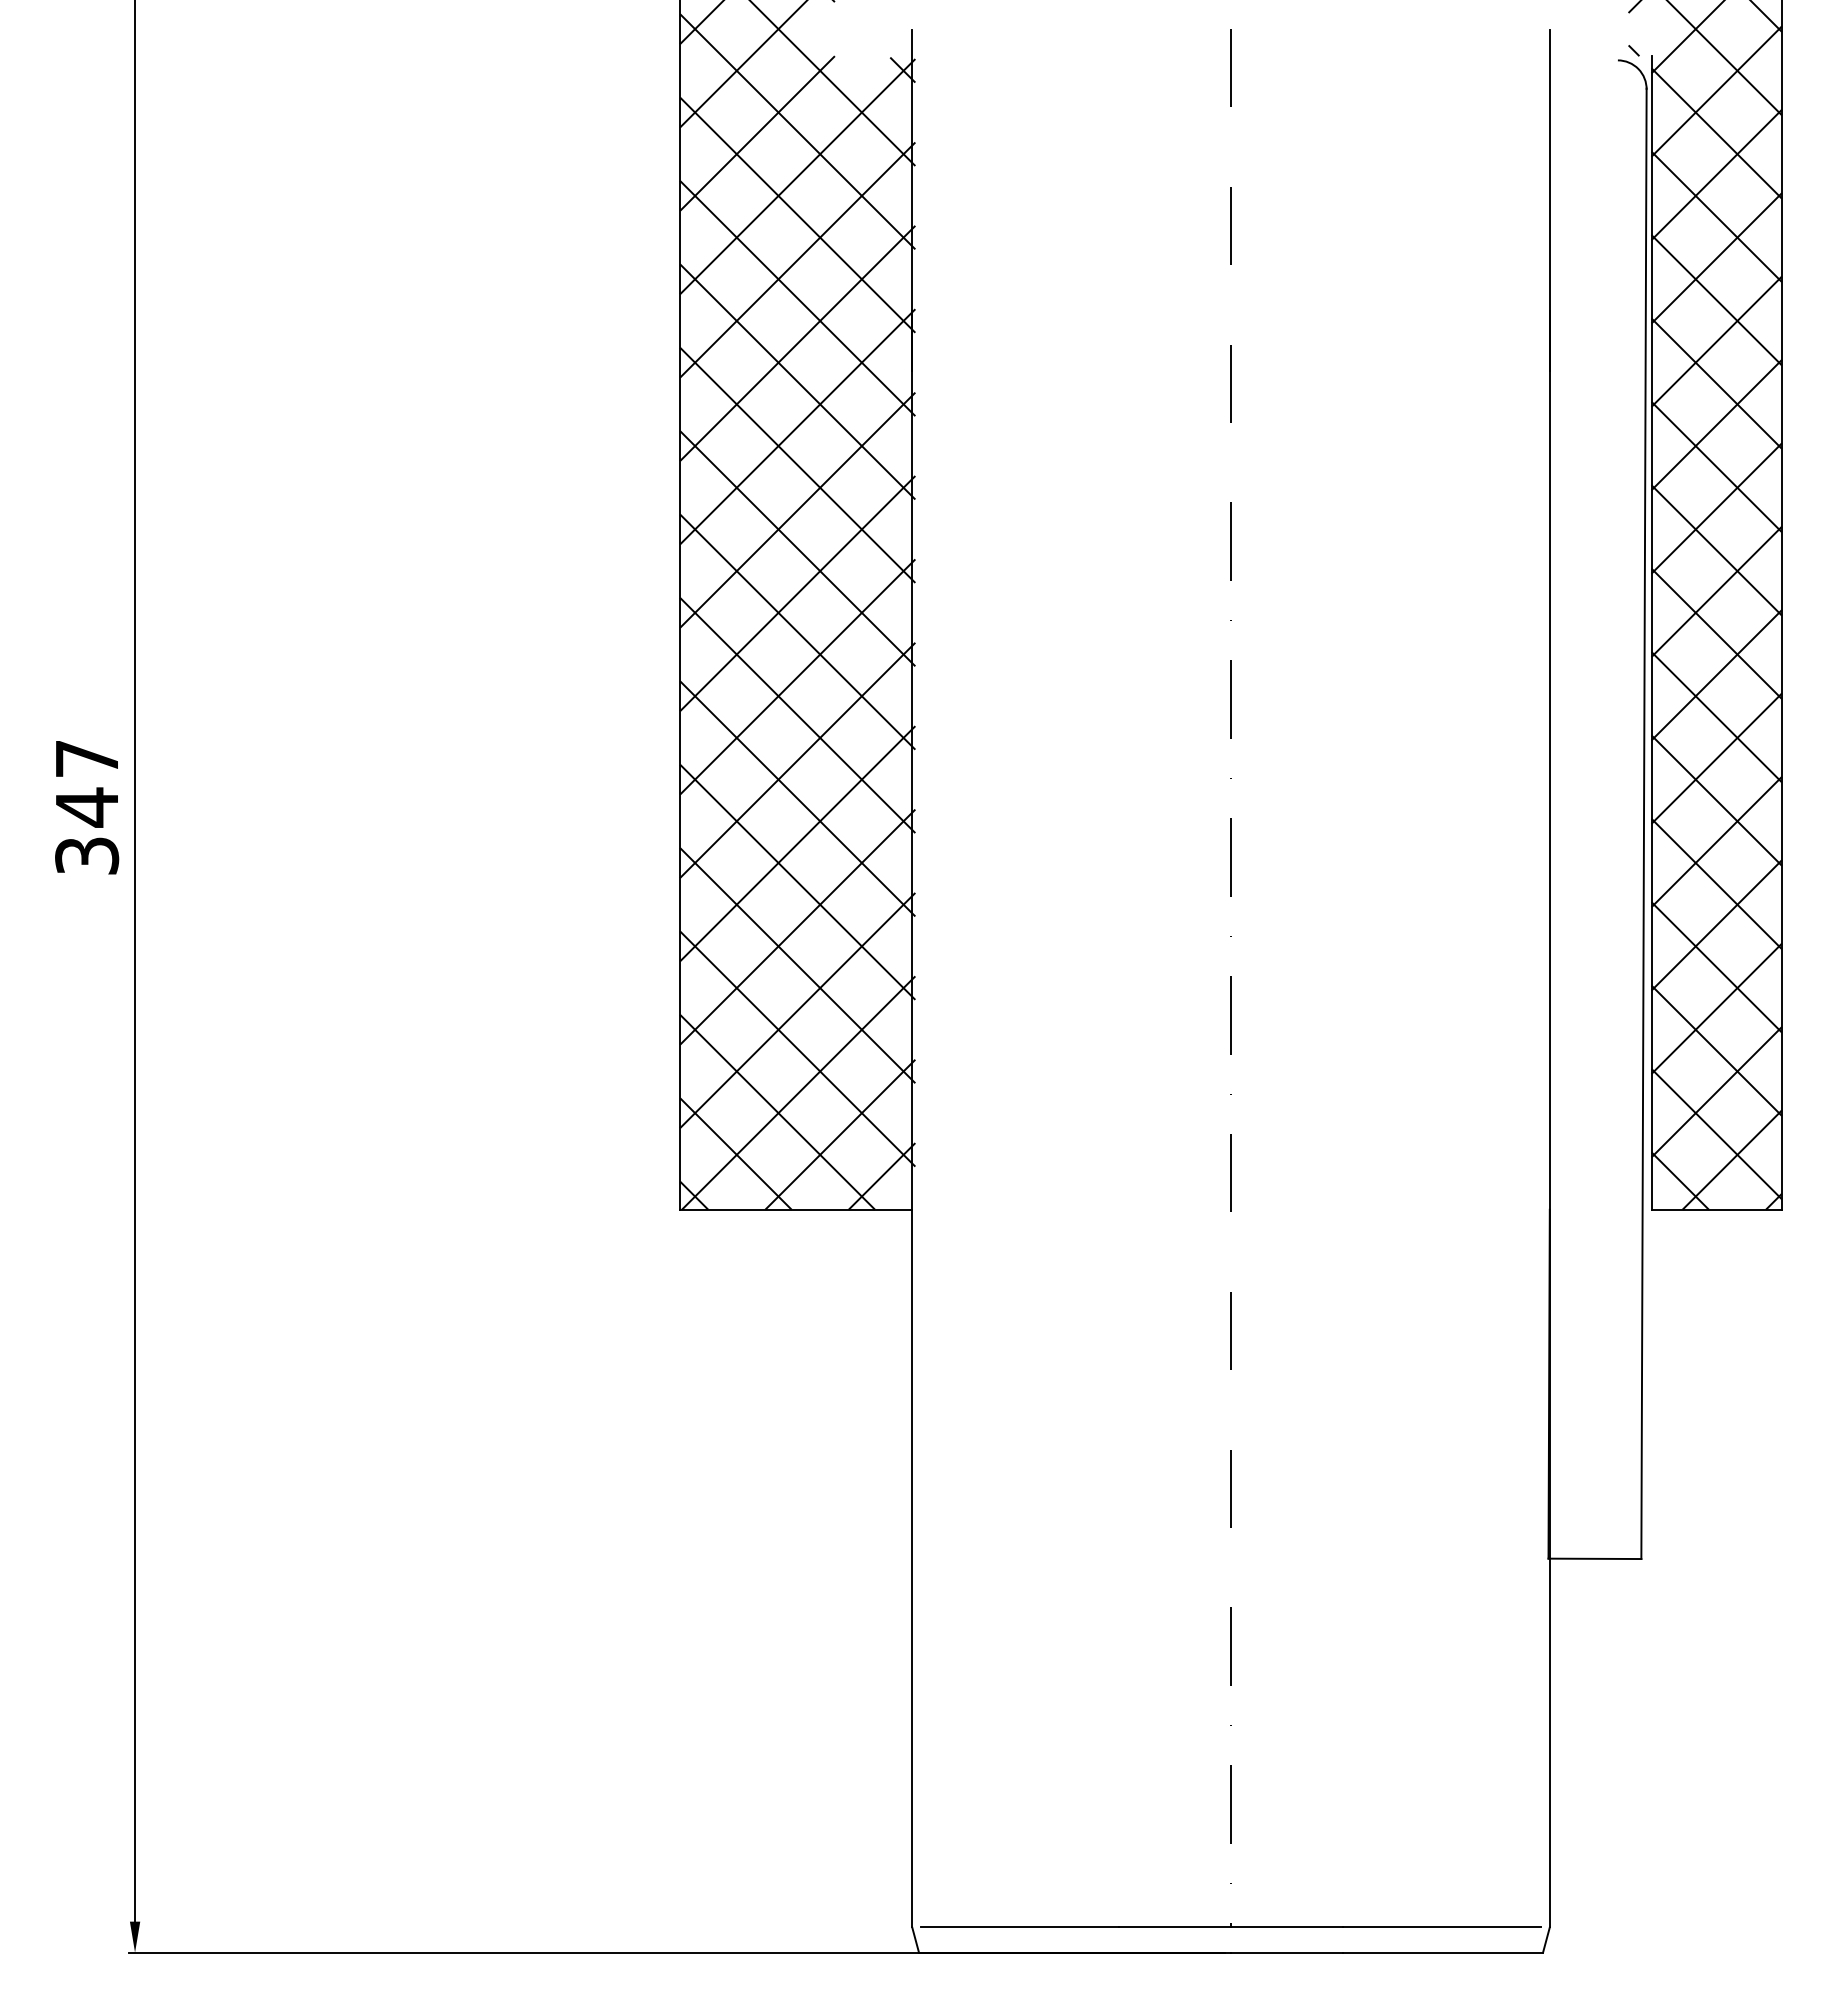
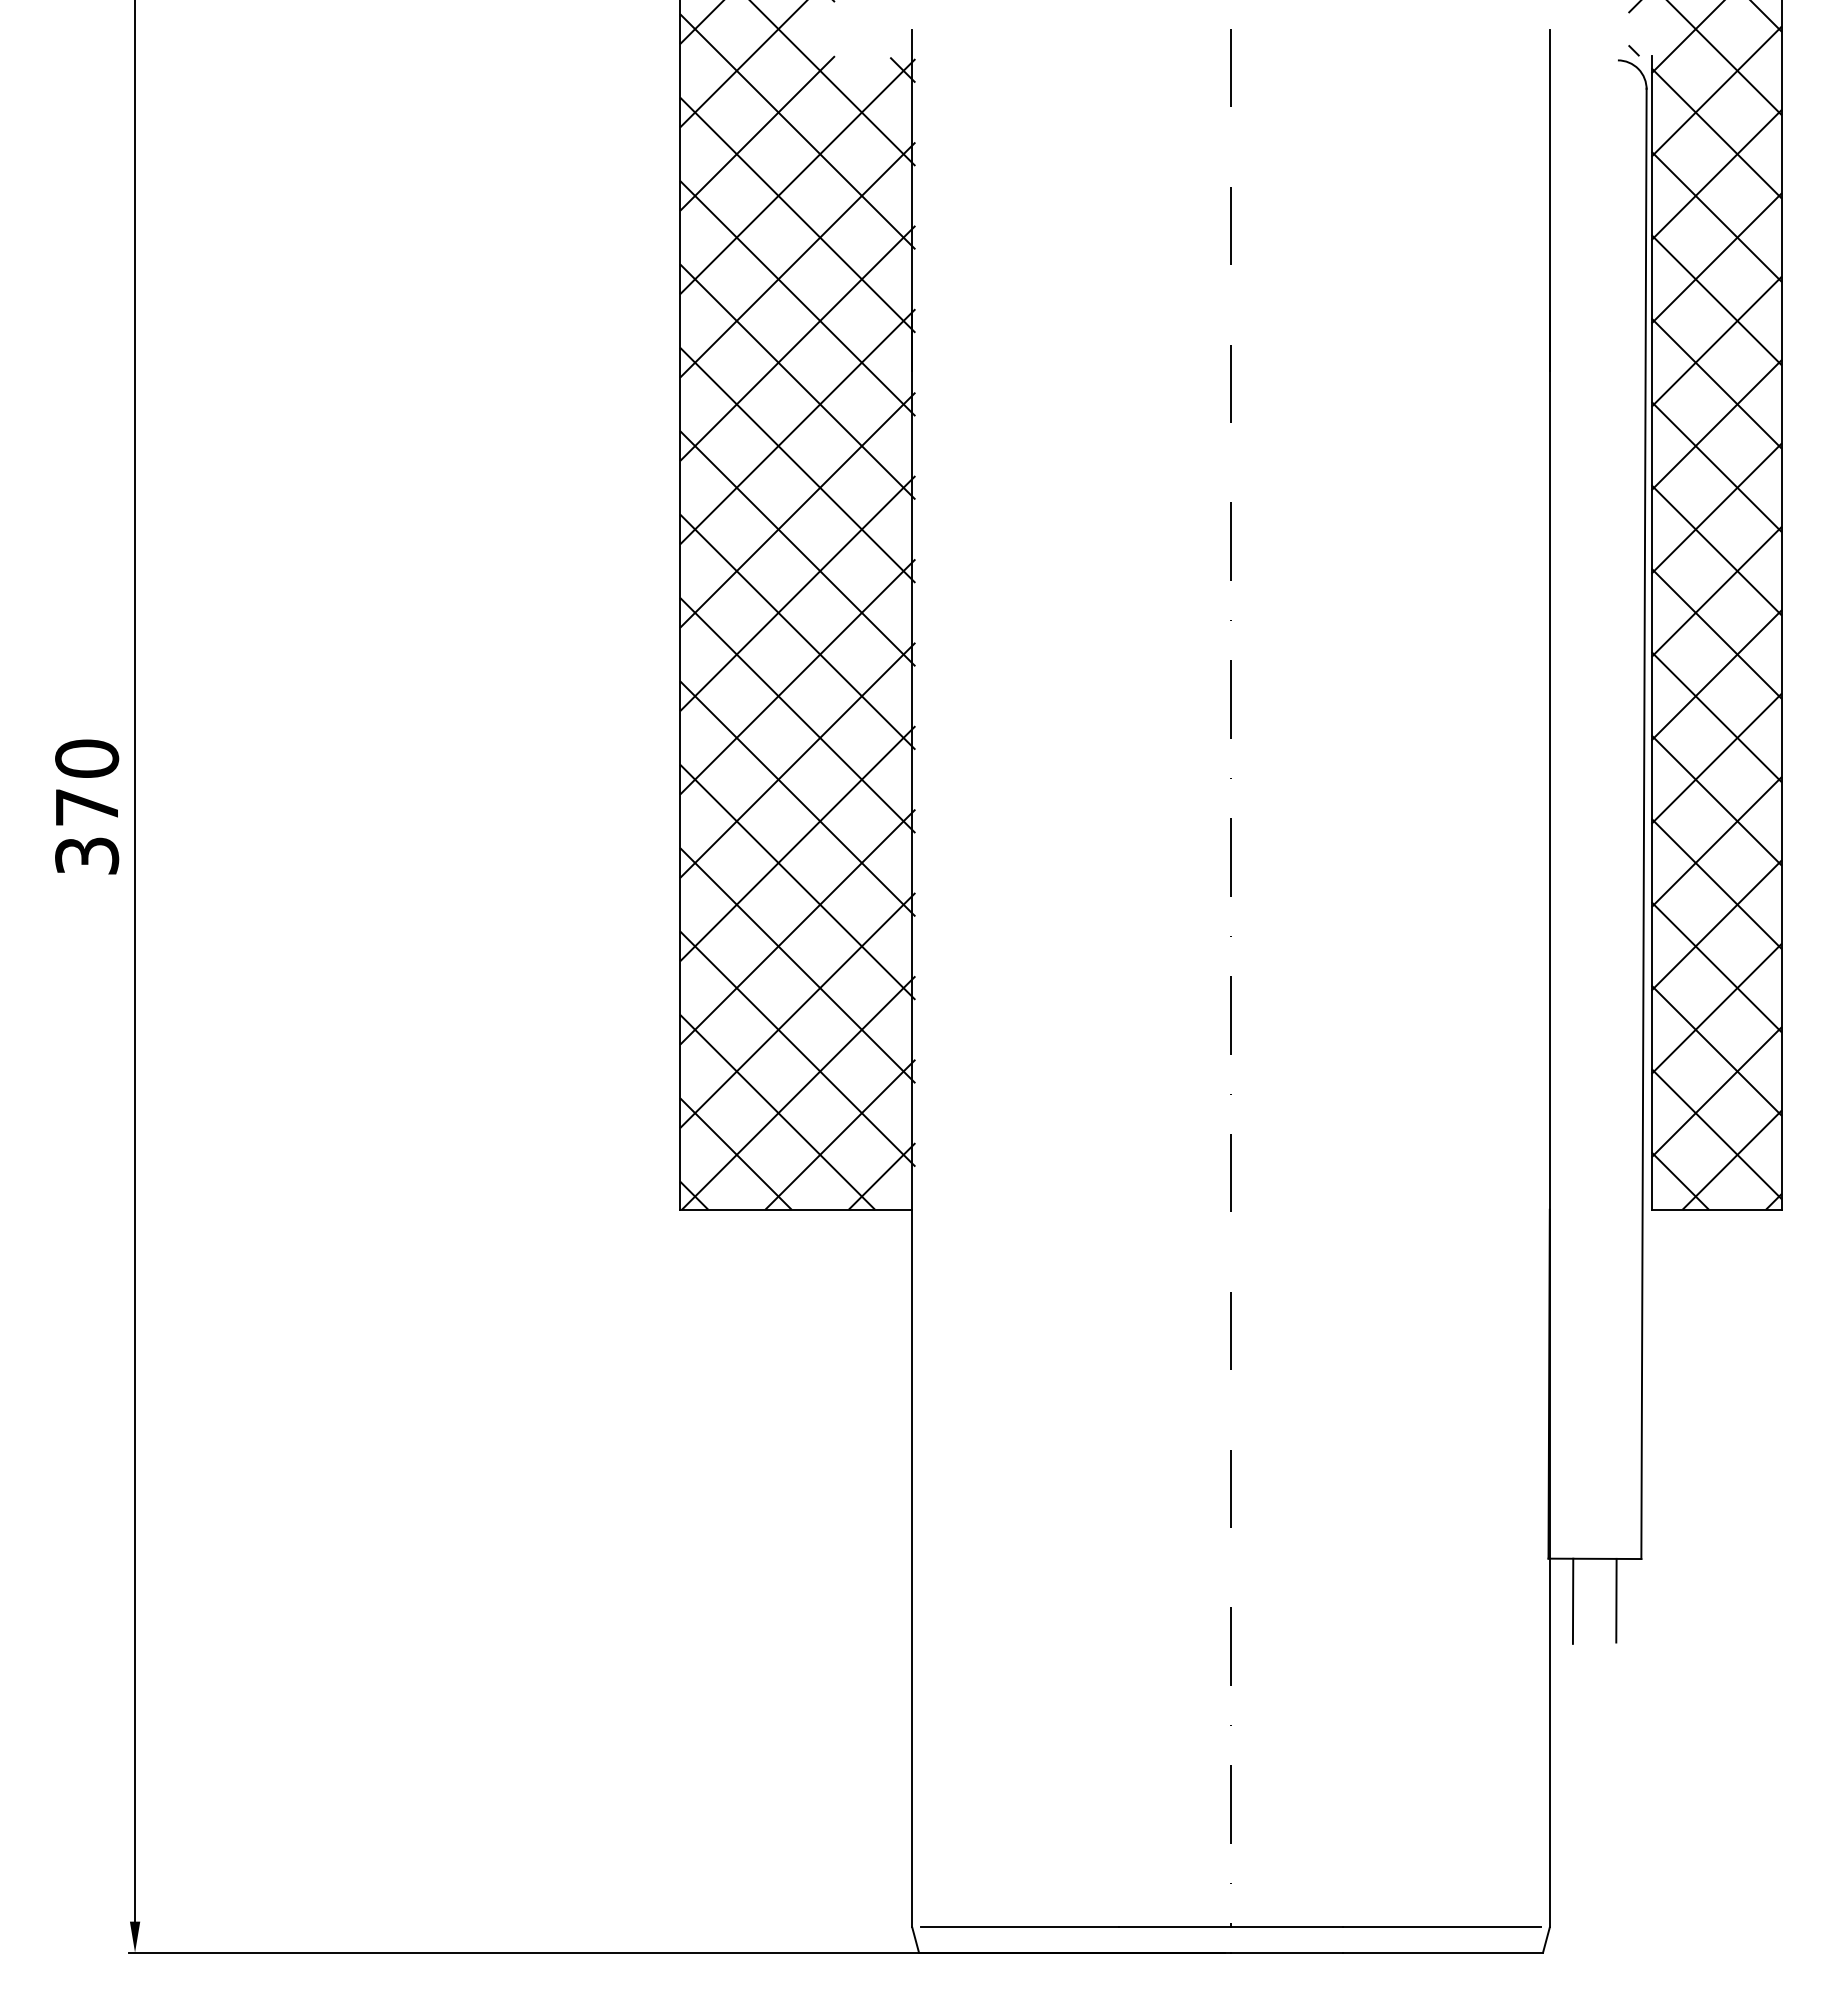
text at (87, 783): 347 -> 370
line at (1572, 1600): none -> present
line at (1616, 1600): none -> present
